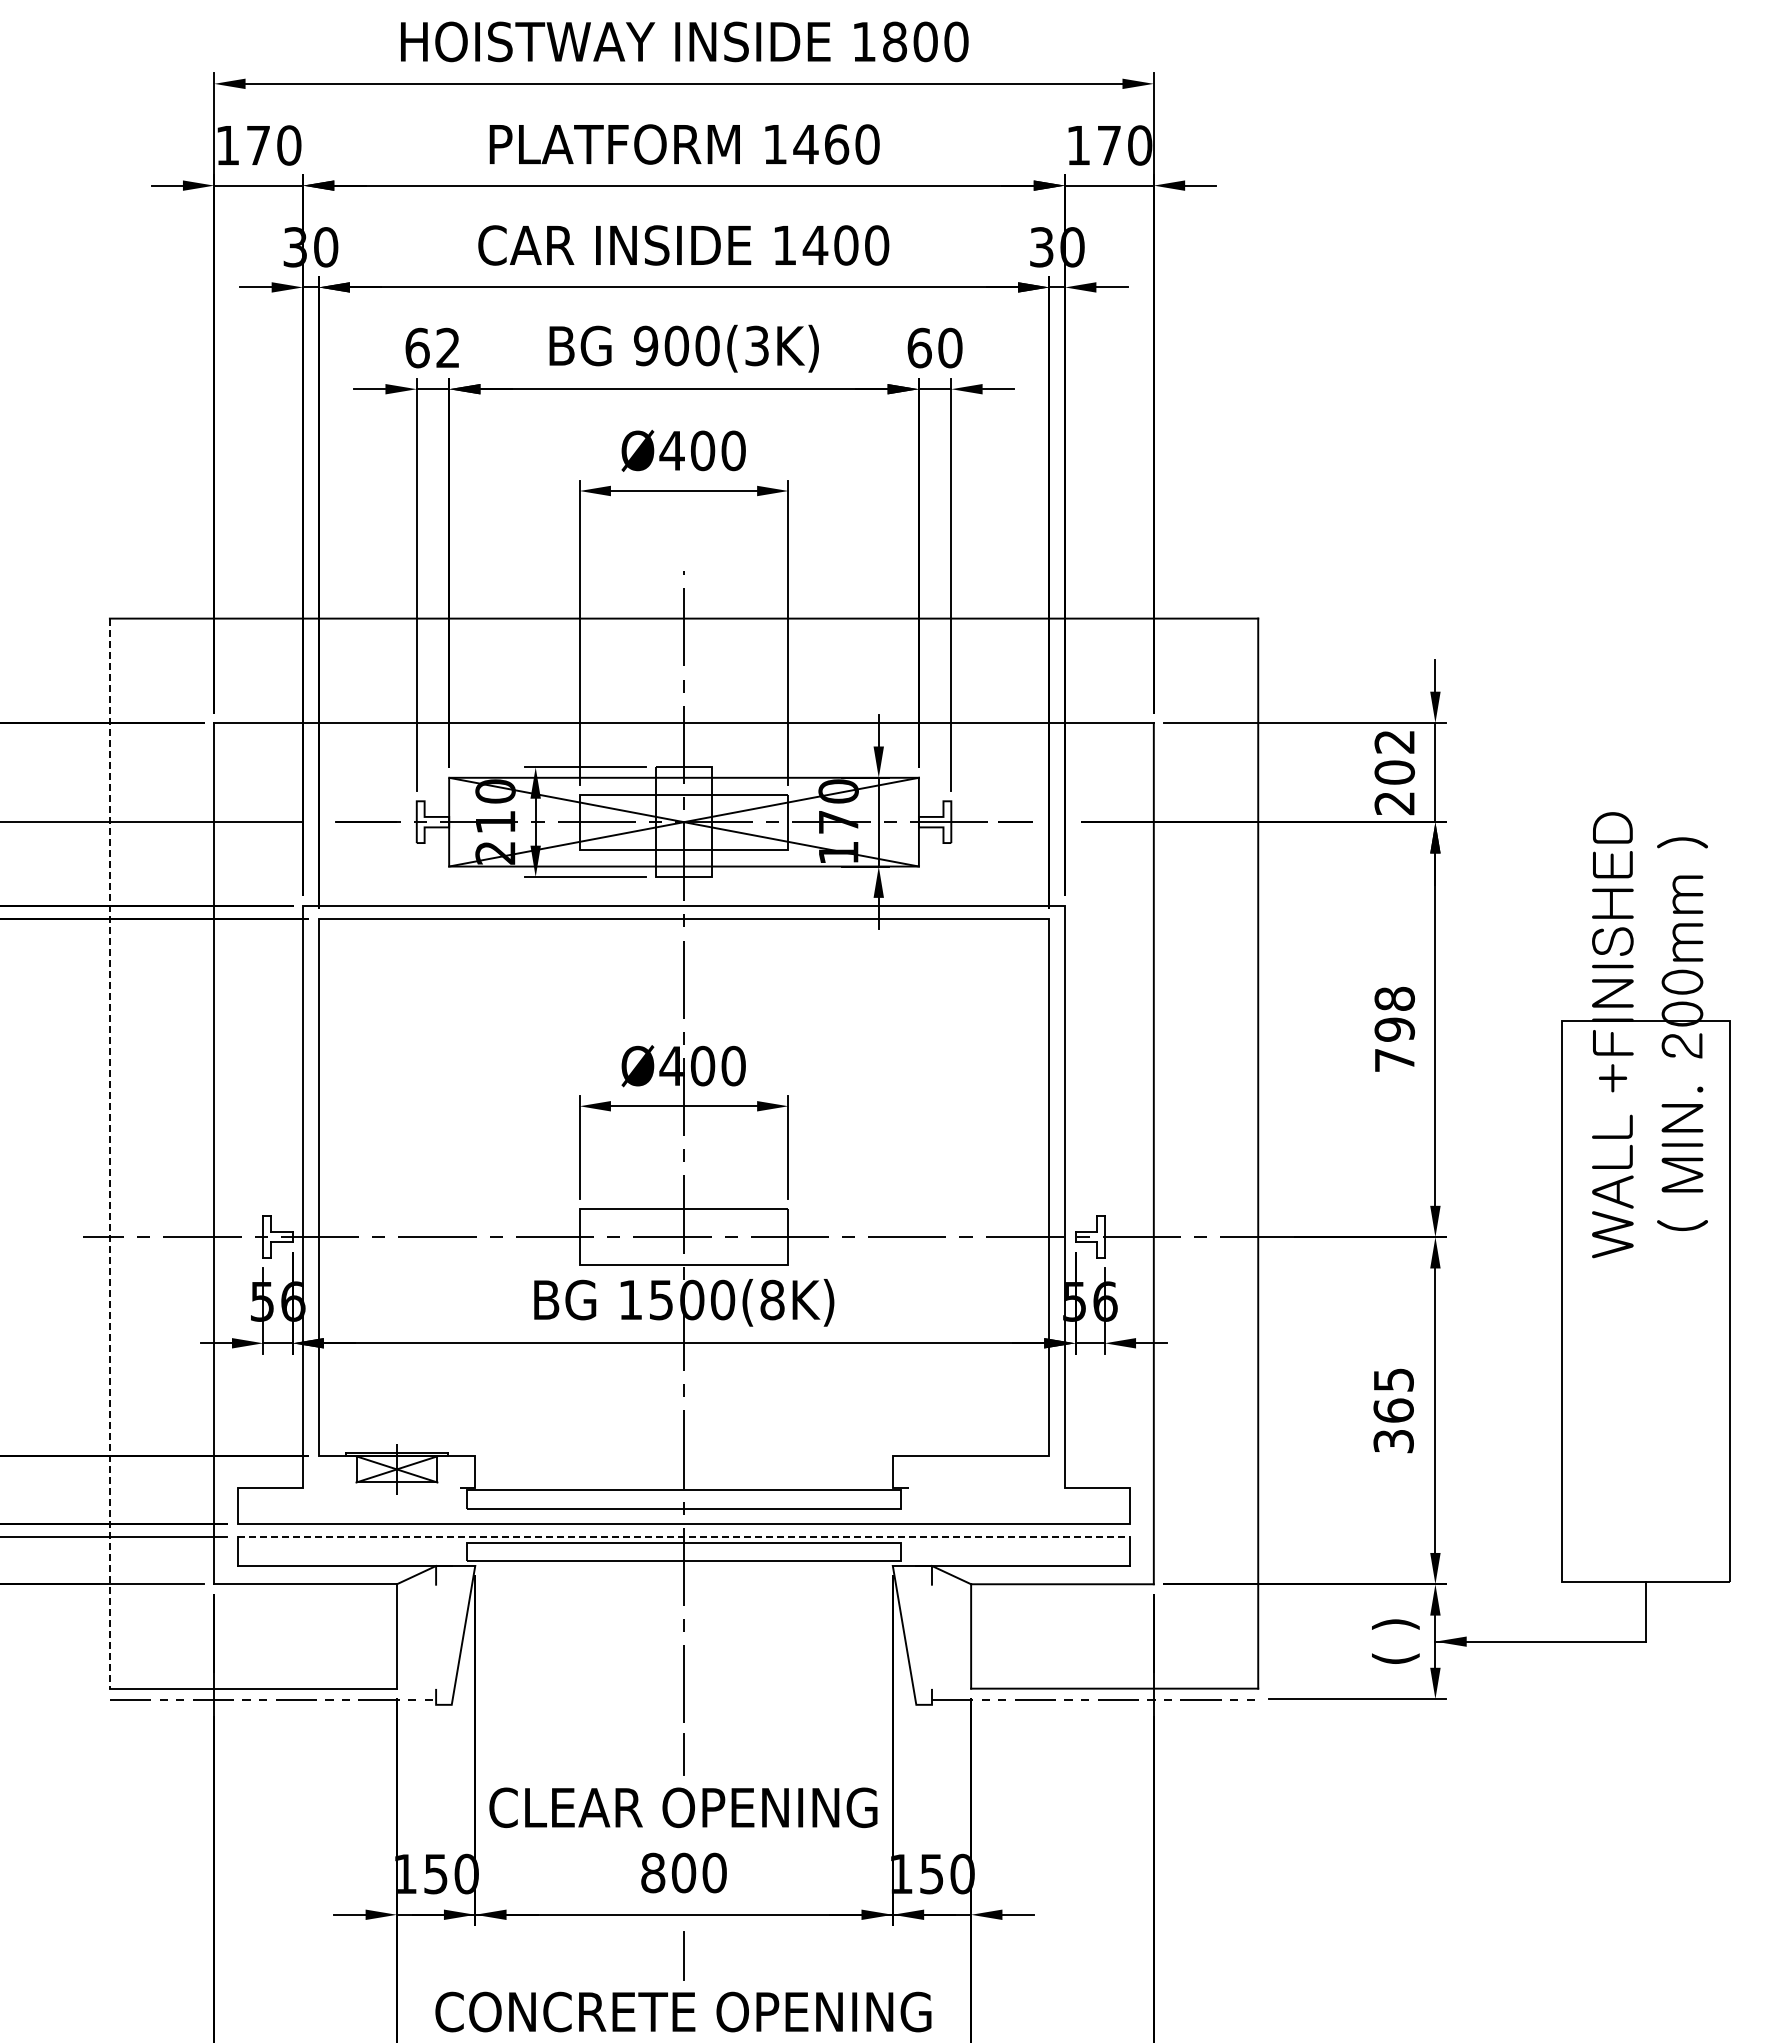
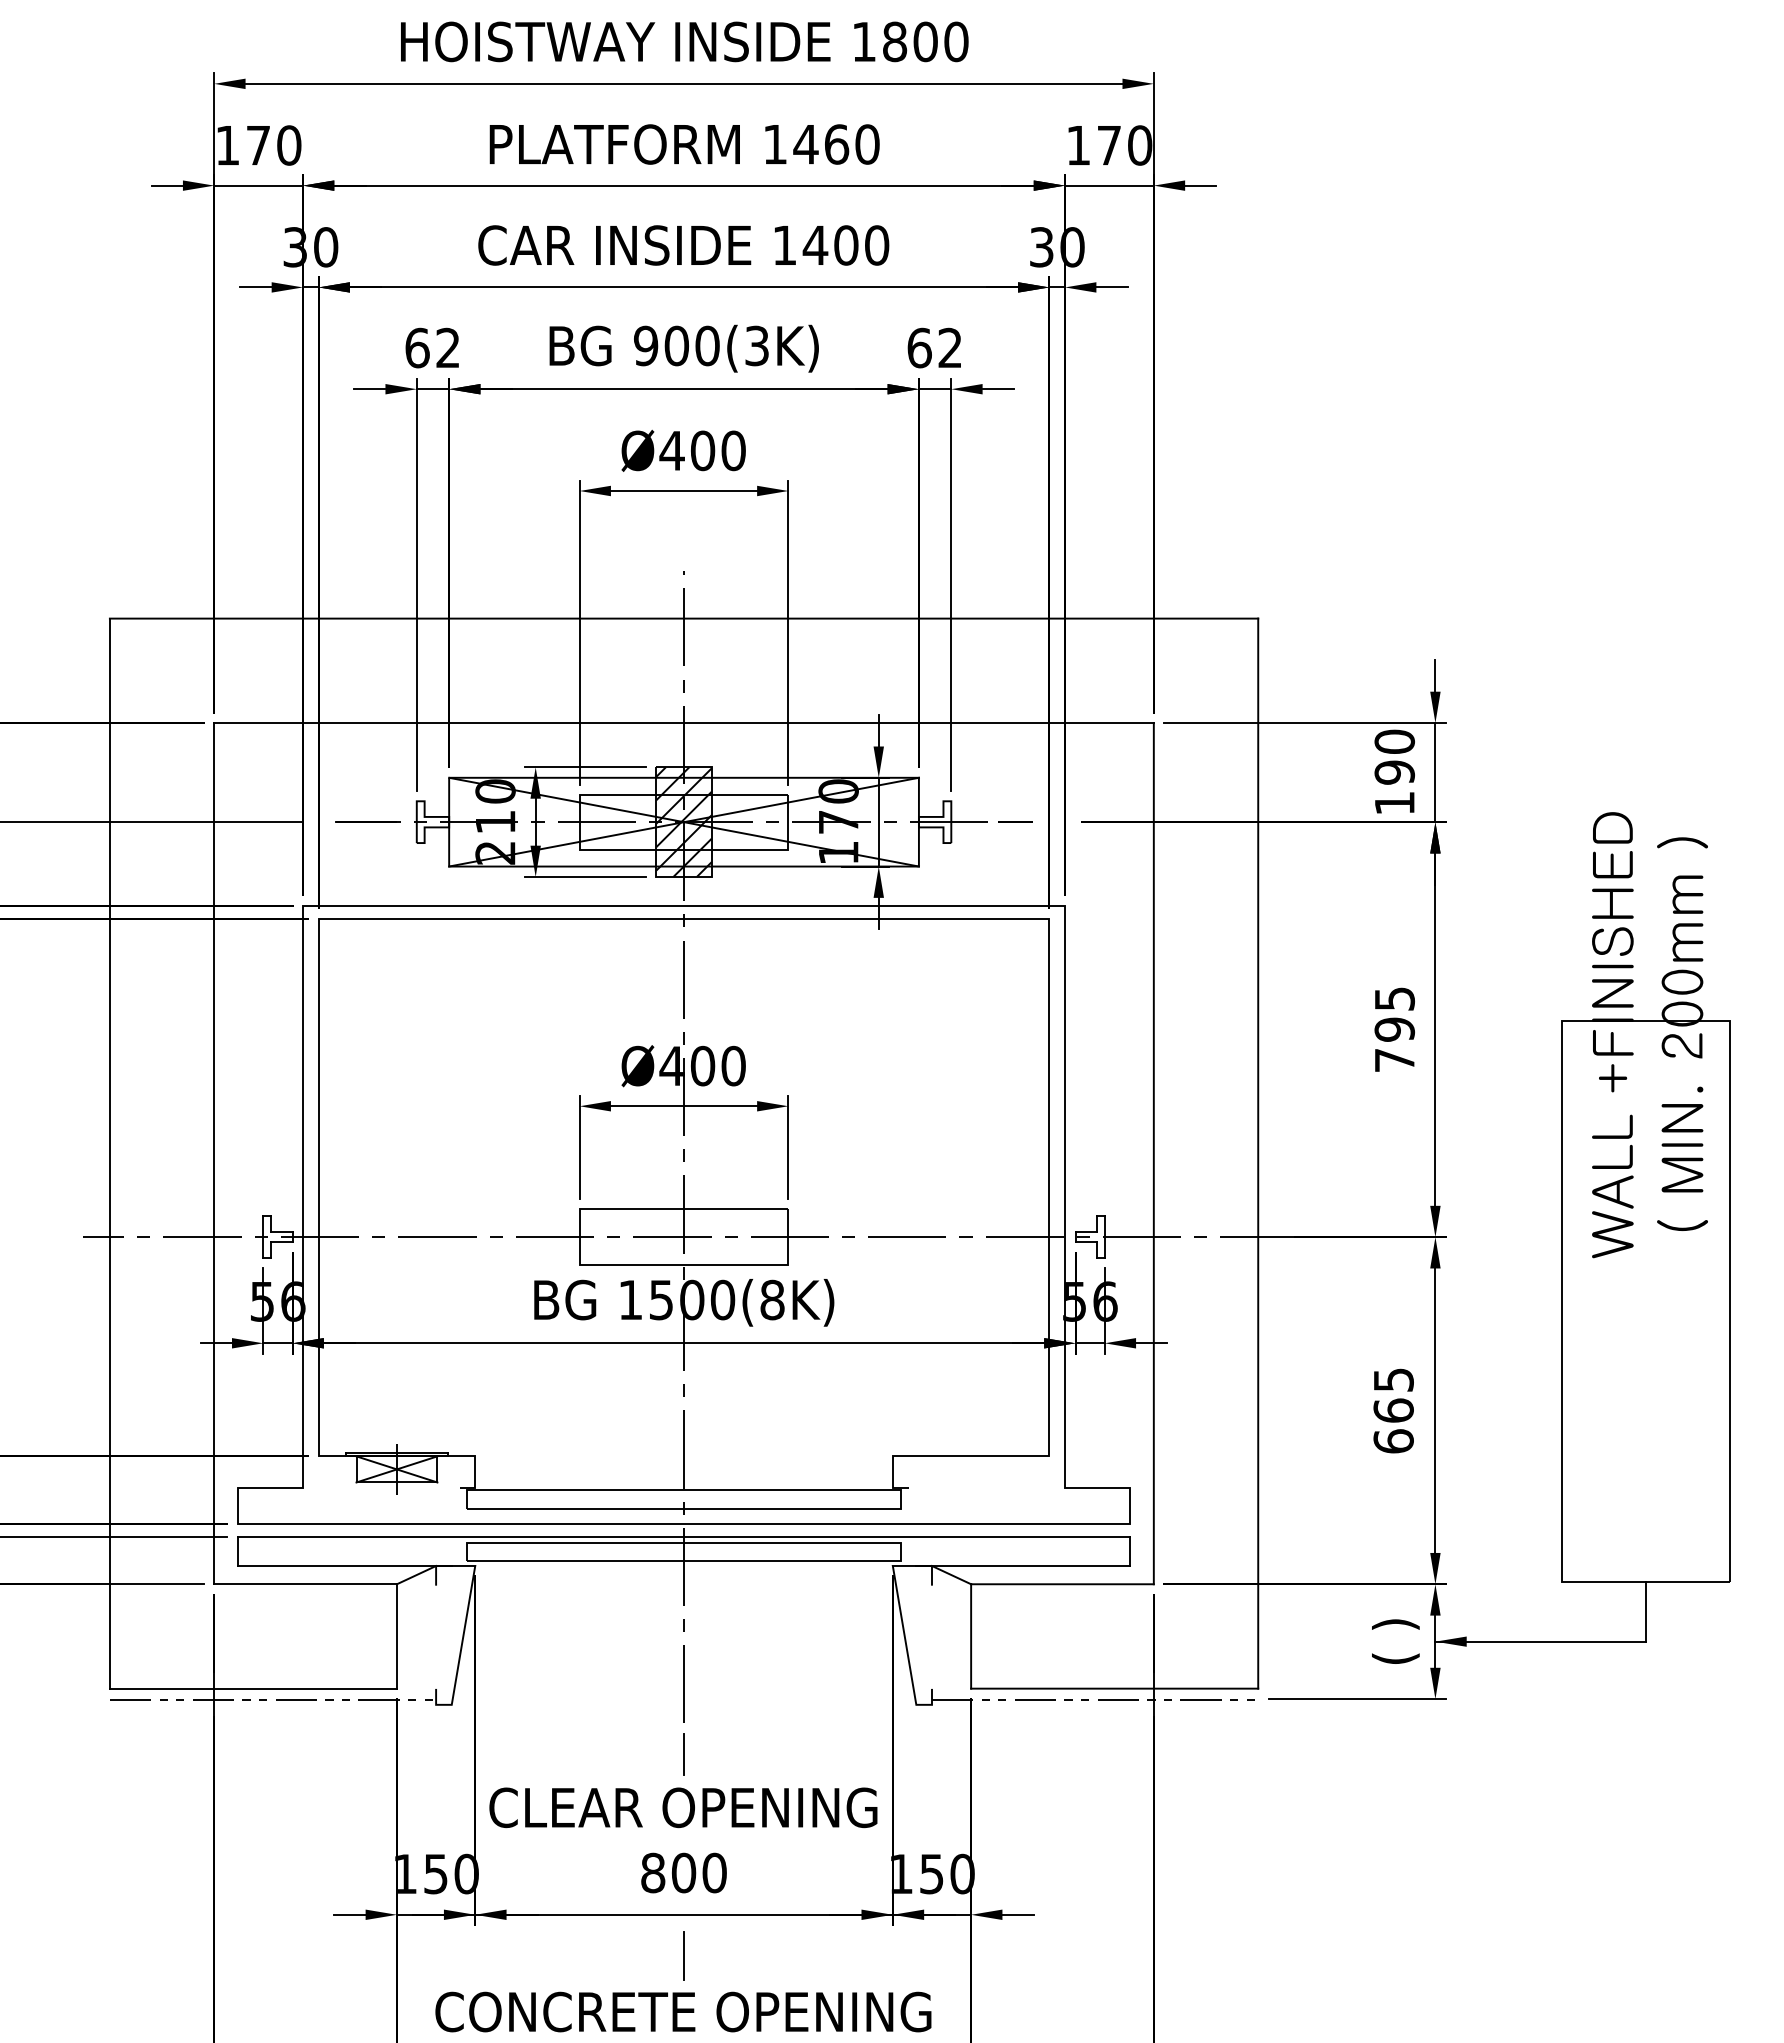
text at (950, 347): 60 -> 62
text at (1394, 772): 202 -> 190
hatch at (683, 821): none -> present
text at (1394, 998): 798 -> 795
line at (109, 1154): dashed -> solid
text at (1393, 1441): 365 -> 665
line at (684, 1537): dashed -> solid
